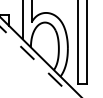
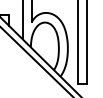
line at (36, 62): dashed -> solid
